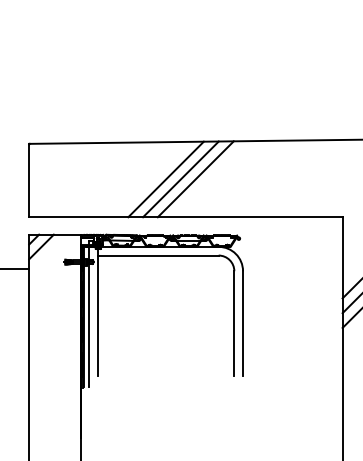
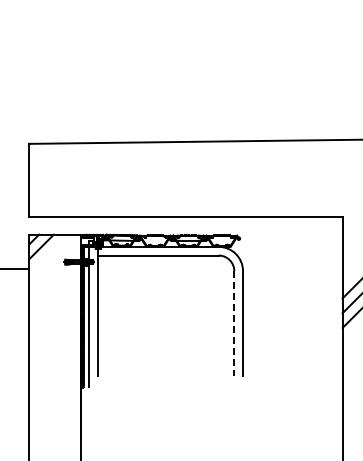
line at (165, 179): present -> none
line at (180, 179): present -> none
line at (195, 179): present -> none
line at (234, 323): solid -> dashed
